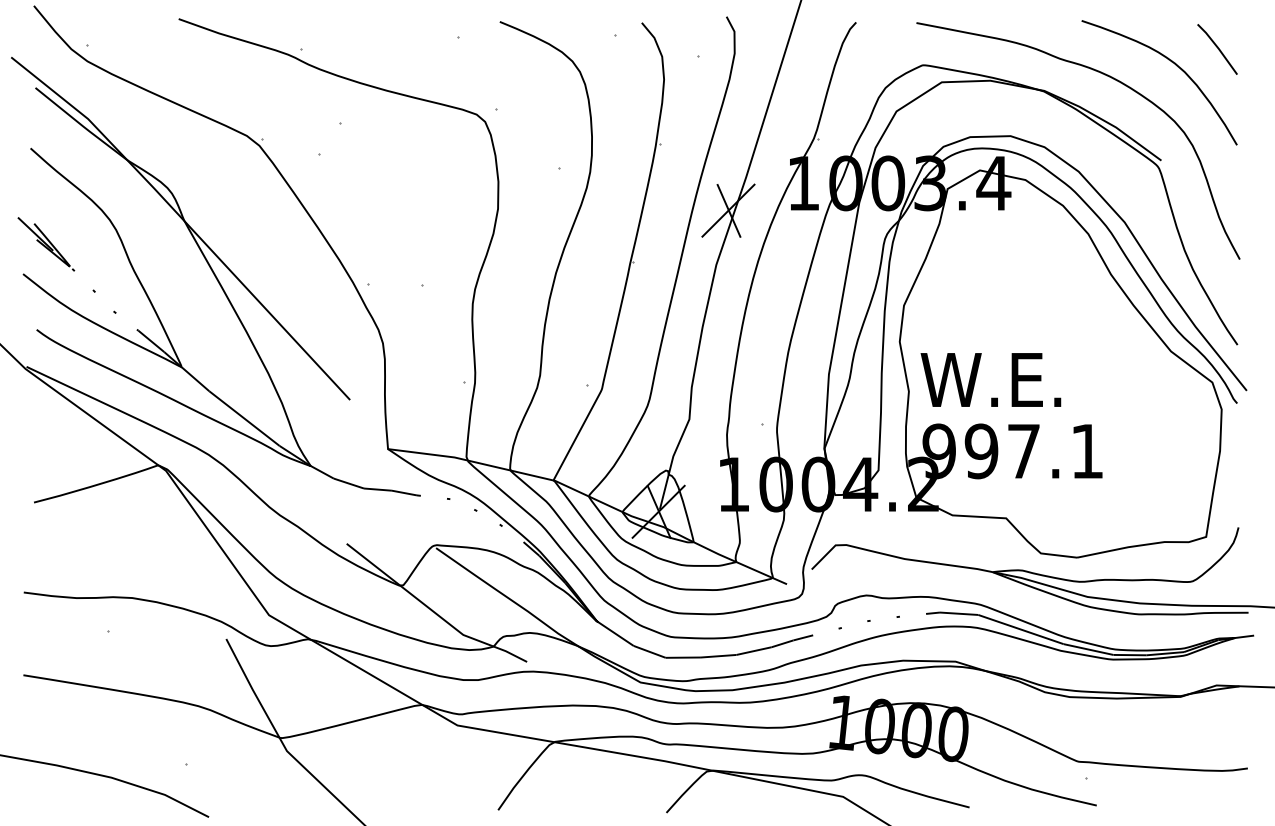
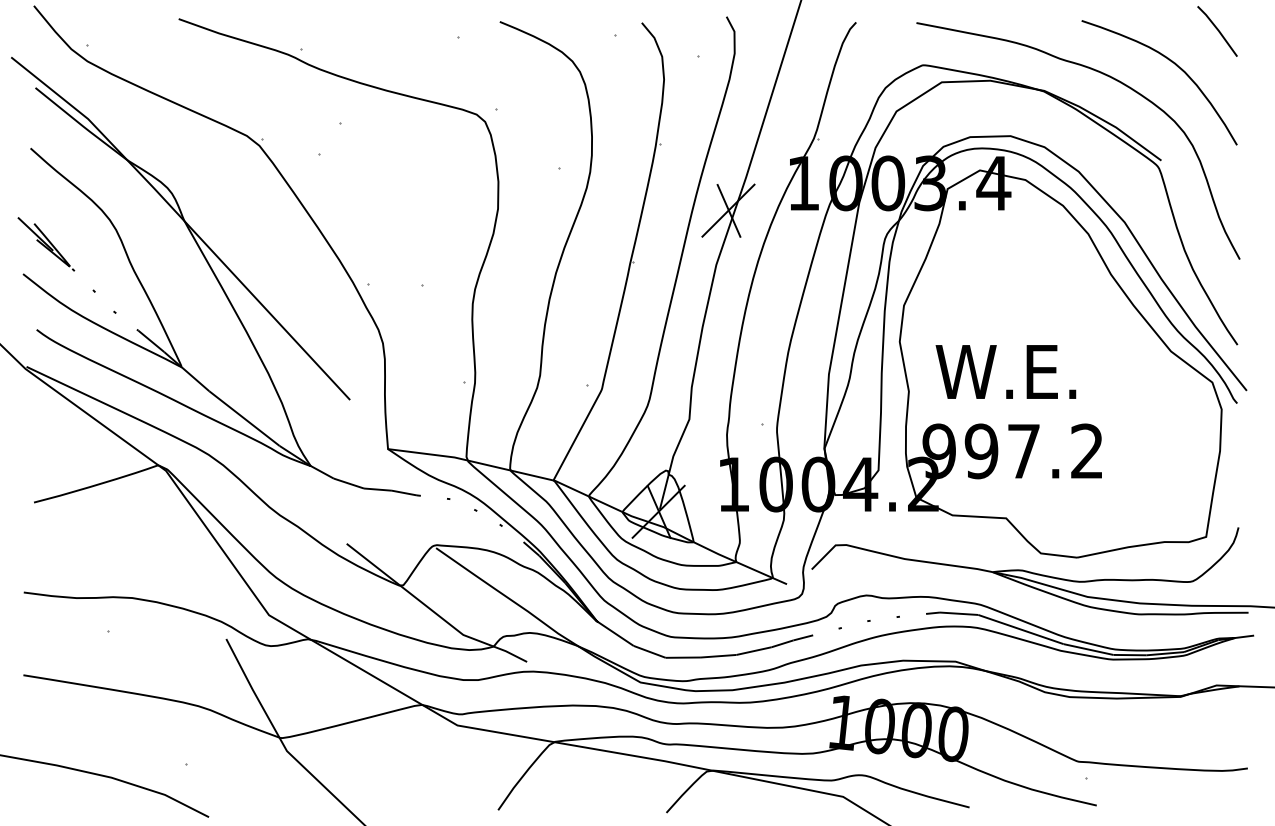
line at (1217, 48) position: (1217, 48) -> (1217, 30)
text at (990, 379) position: (990, 379) -> (1005, 371)
text at (1086, 450): 997.1 -> 997.2
